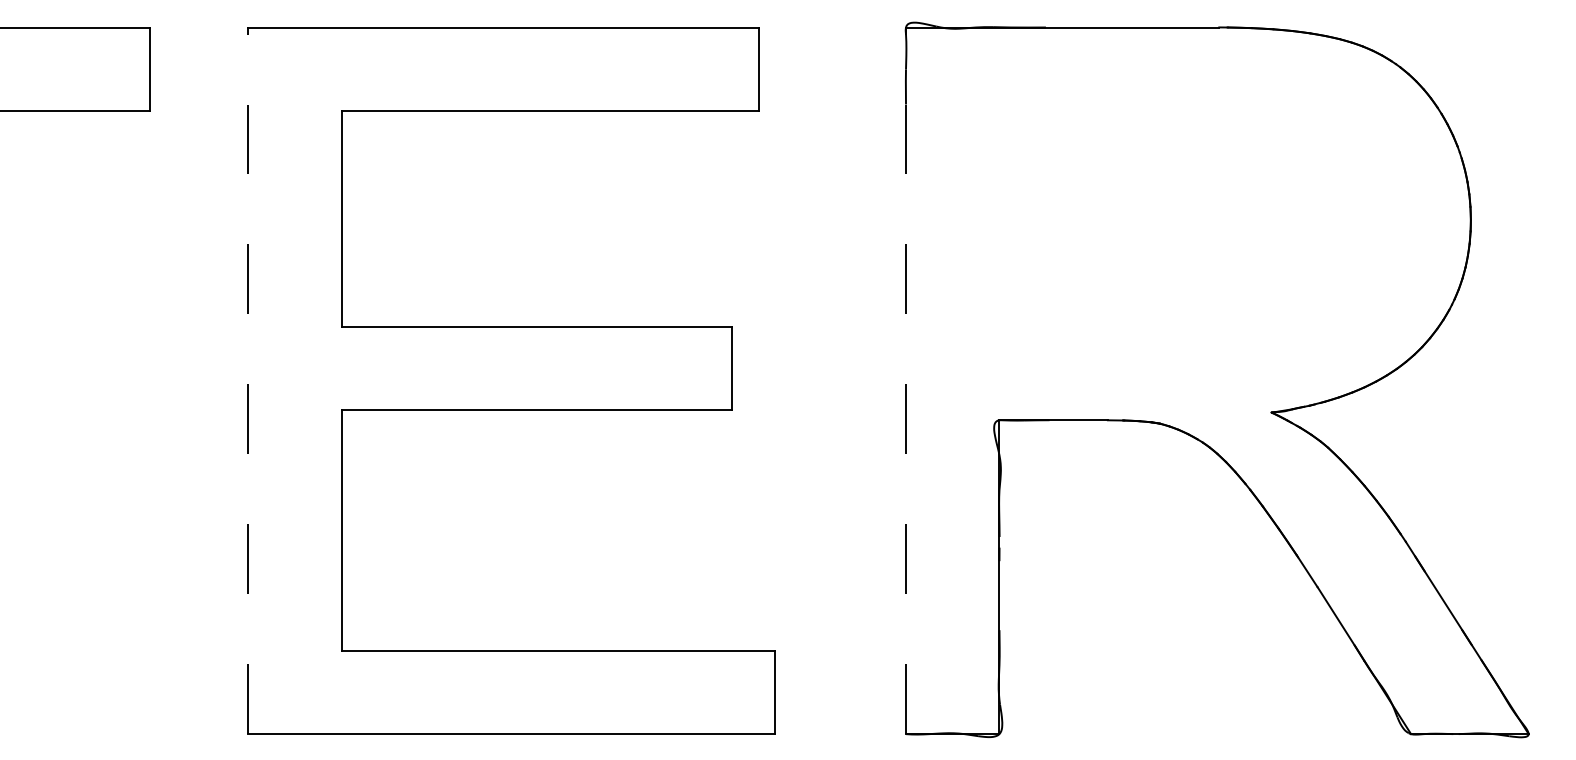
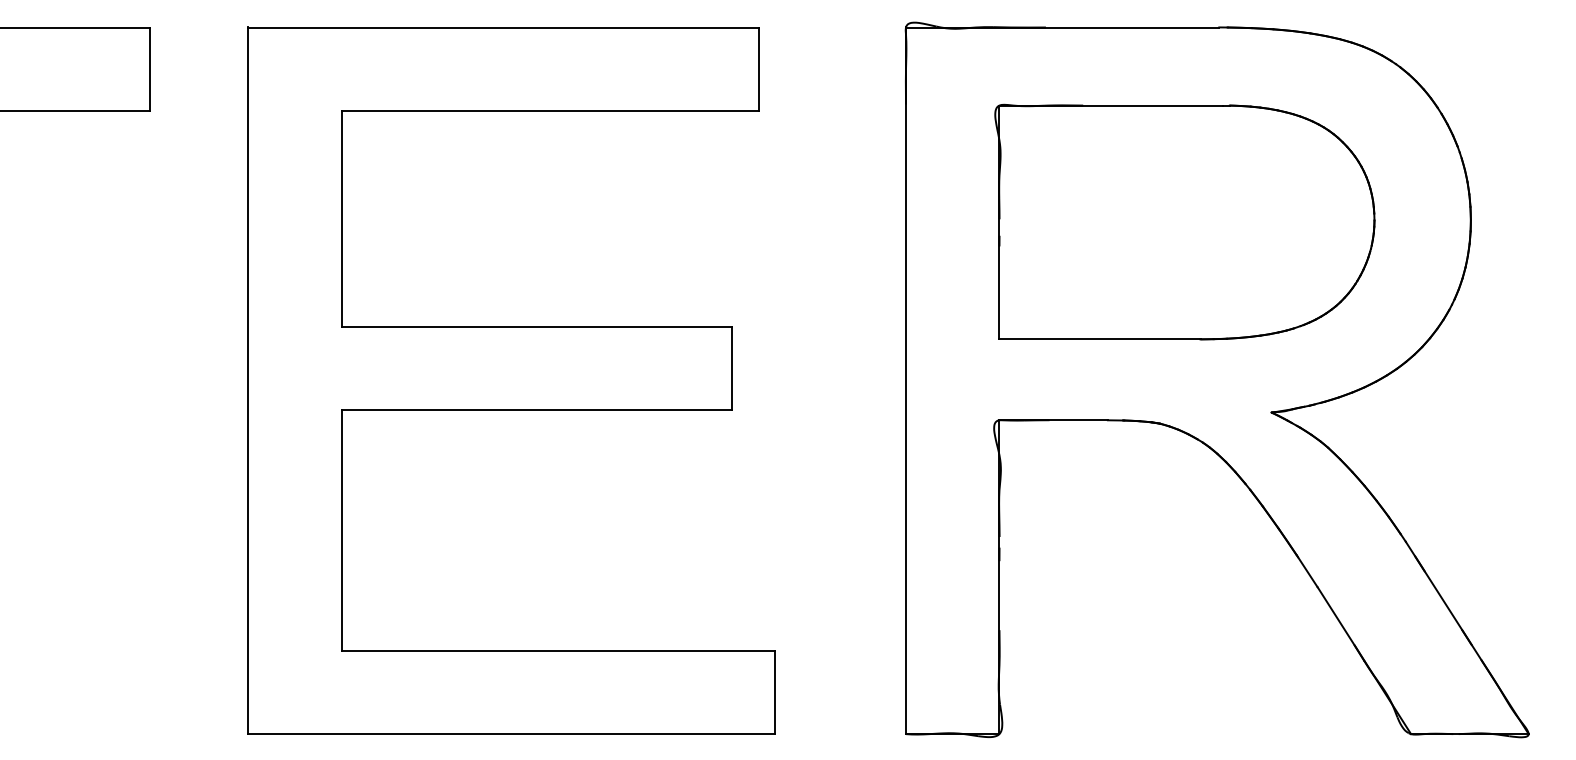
part at (1184, 221): none -> present
line at (248, 380): dashed -> solid
line at (905, 380): dashed -> solid
